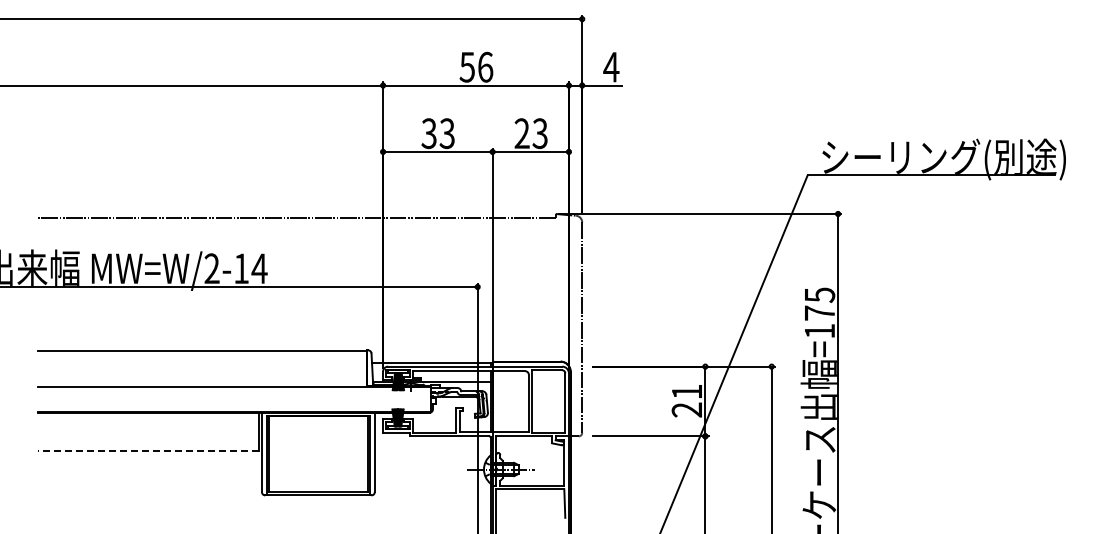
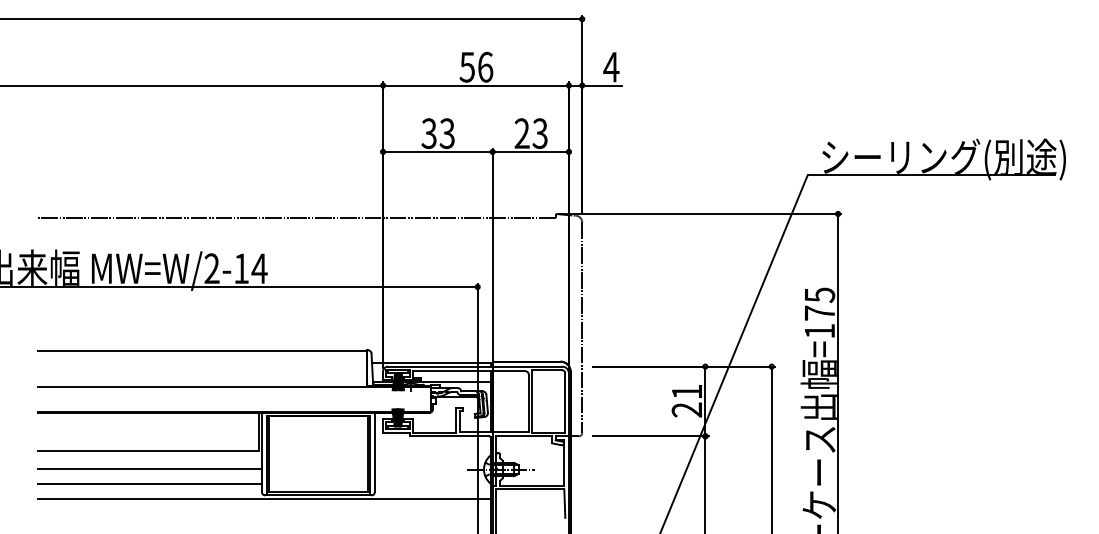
line at (147, 450): dashed -> solid
line at (149, 469): none -> present
line at (149, 484): none -> present
line at (263, 499): none -> present
